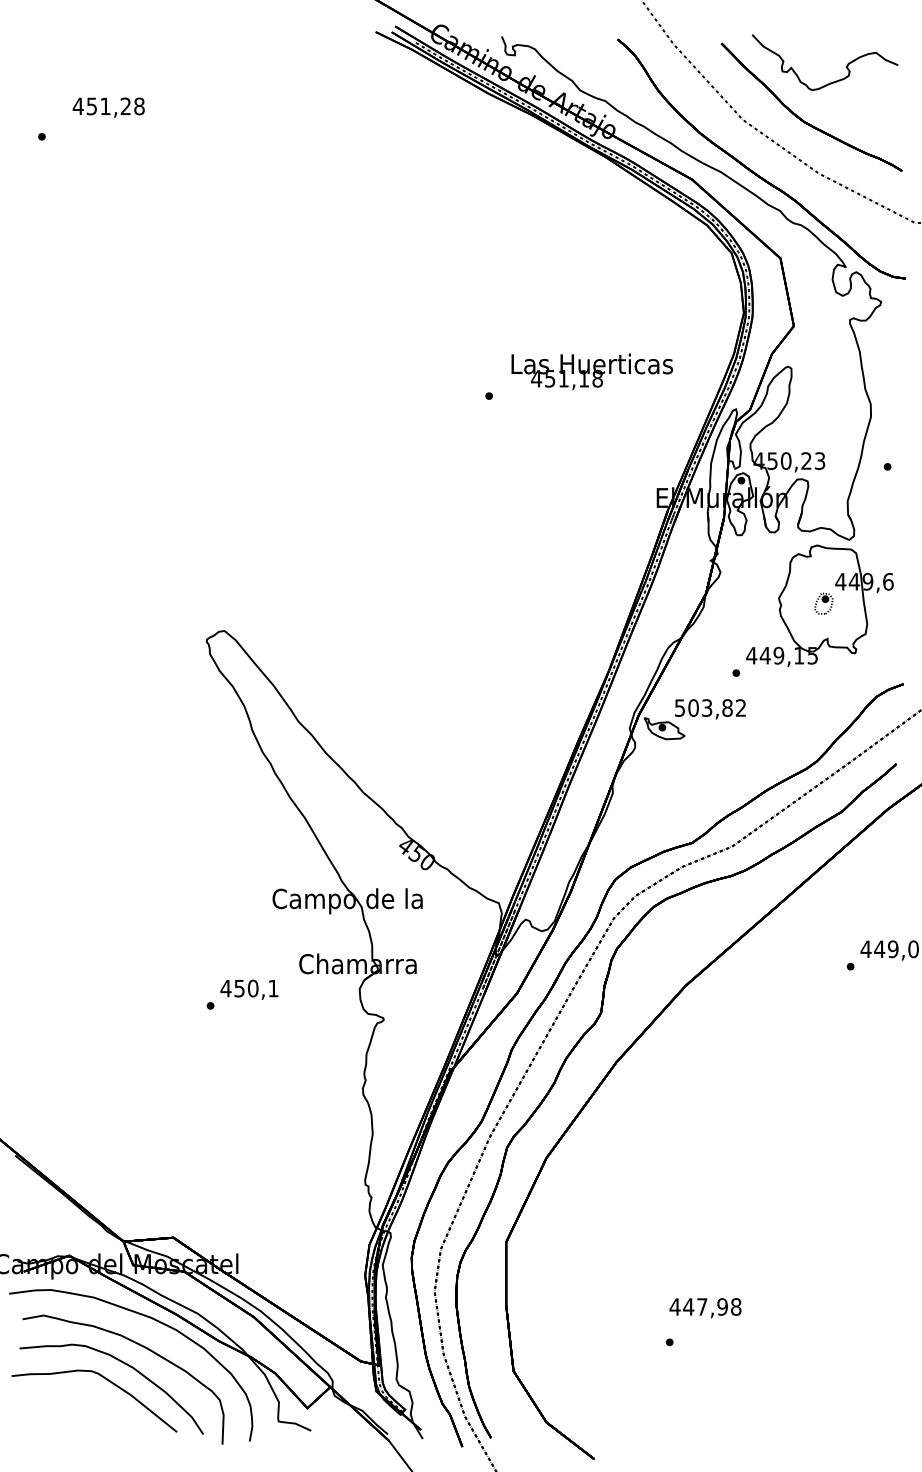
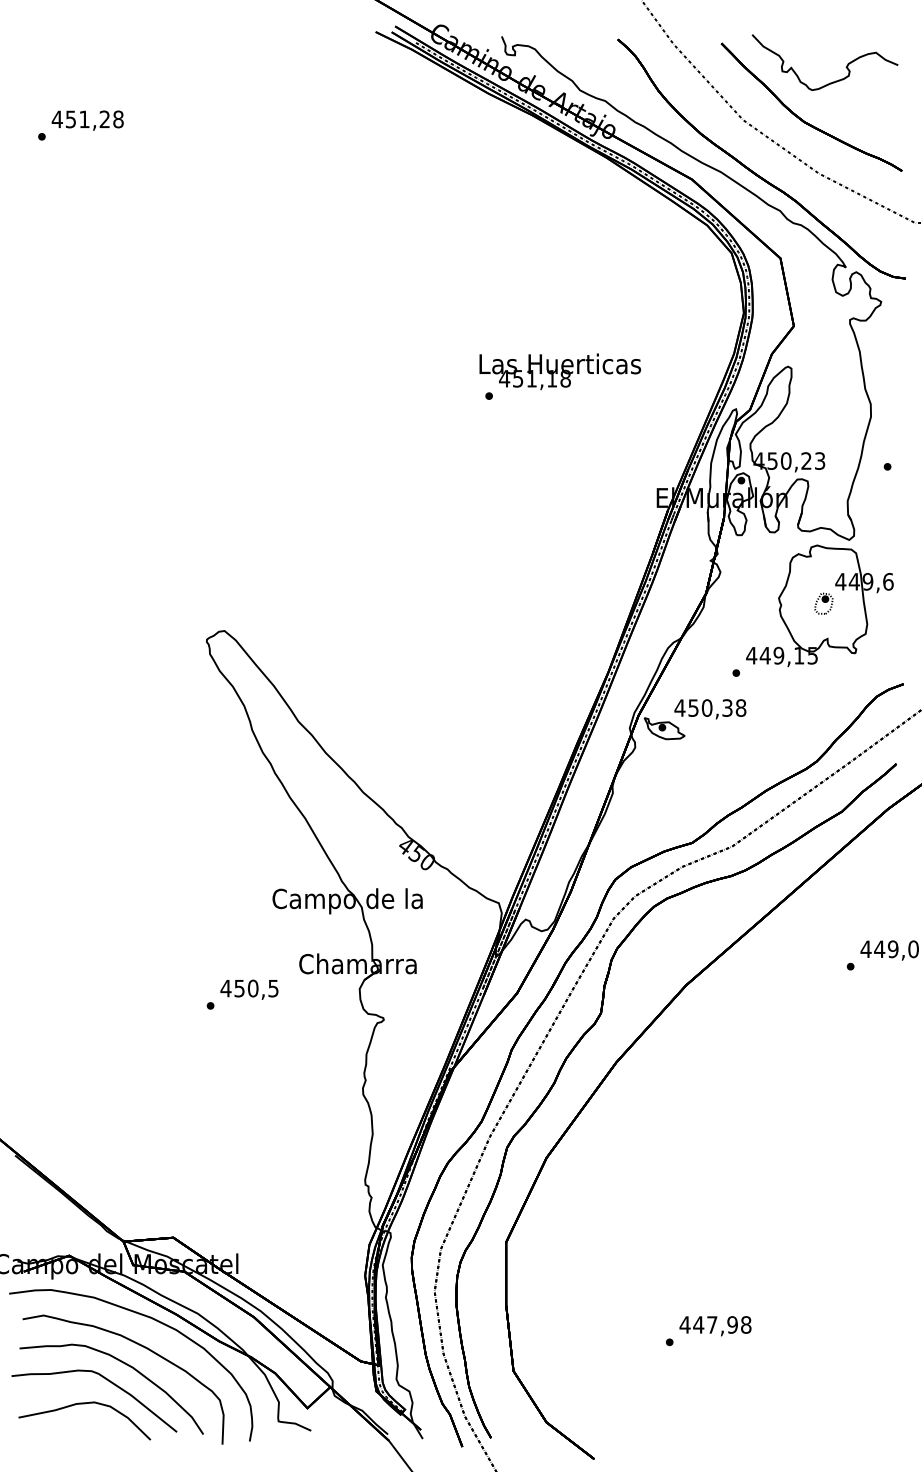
text at (108, 107) position: (108, 107) -> (87, 120)
text at (591, 371) position: (591, 371) -> (559, 371)
text at (710, 707): 503,82 -> 450,38
text at (273, 988): 450,1 -> 450,5
text at (705, 1308) position: (705, 1308) -> (715, 1326)
curve at (84, 1404): none -> present
